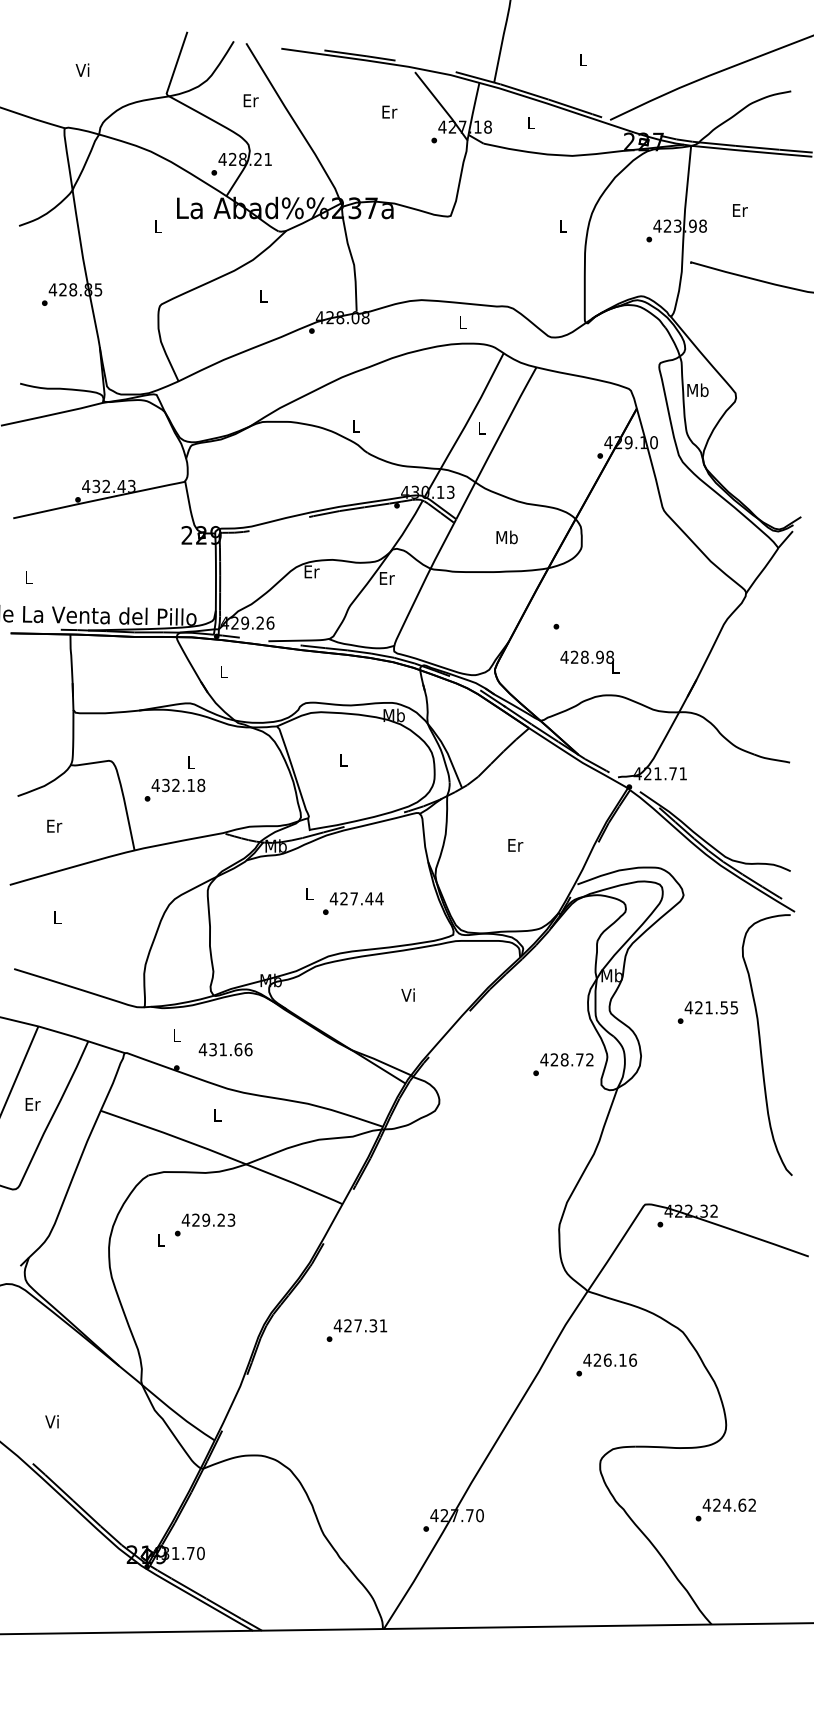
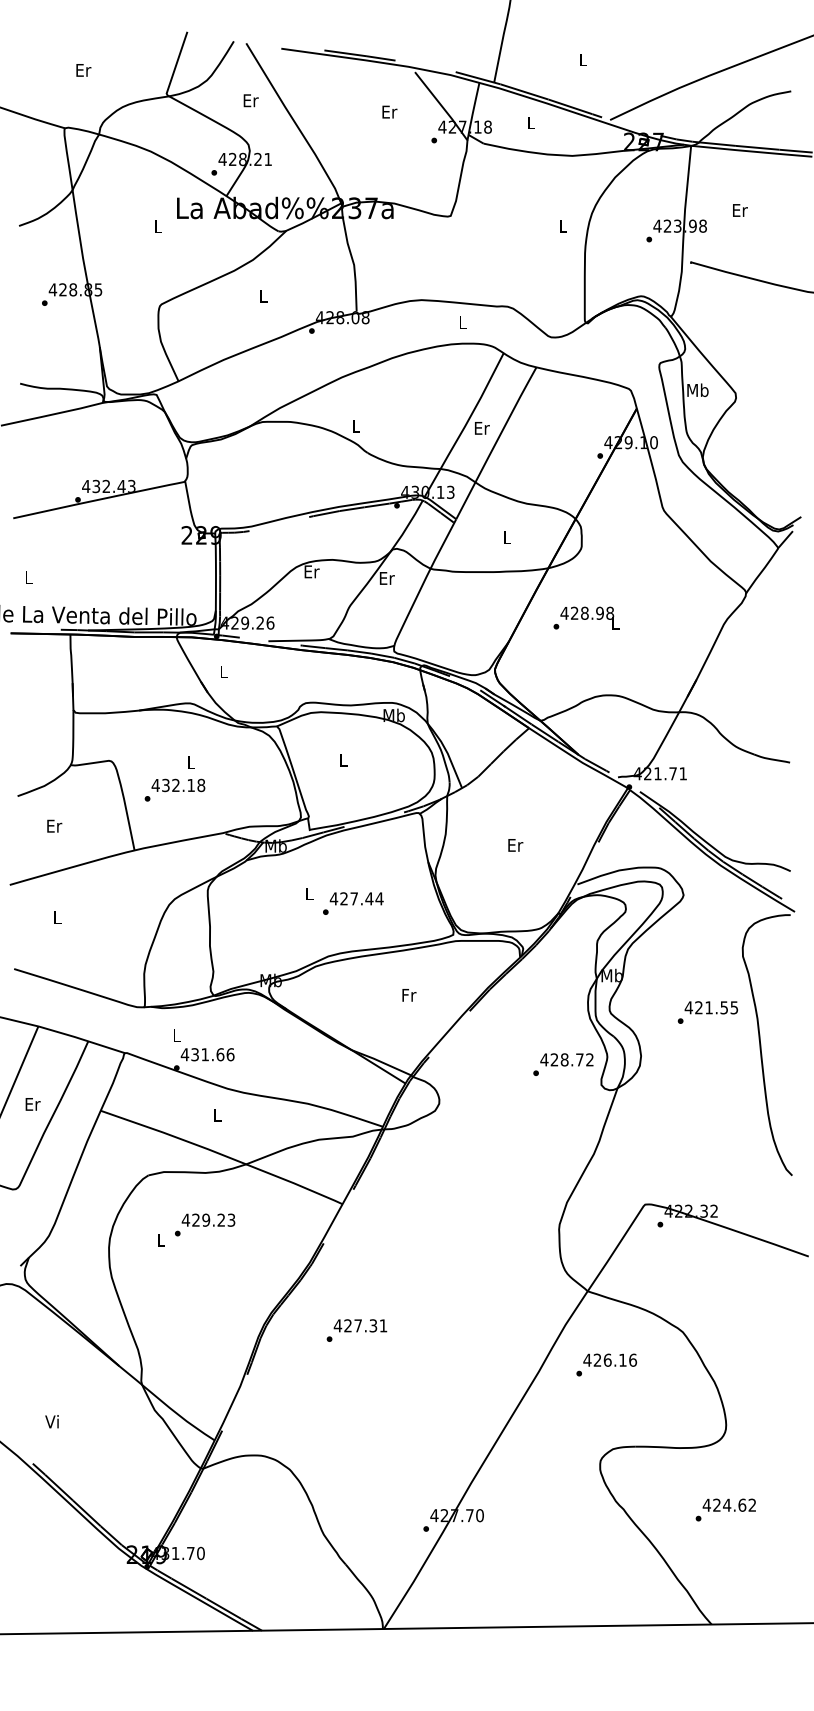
text at (83, 69): Vi -> Er
text at (482, 428): L -> Er
text at (506, 537): Mb -> L
text at (589, 661) position: (589, 661) -> (589, 617)
text at (408, 994): Vi -> Fr
text at (225, 1049) position: (225, 1049) -> (207, 1054)
